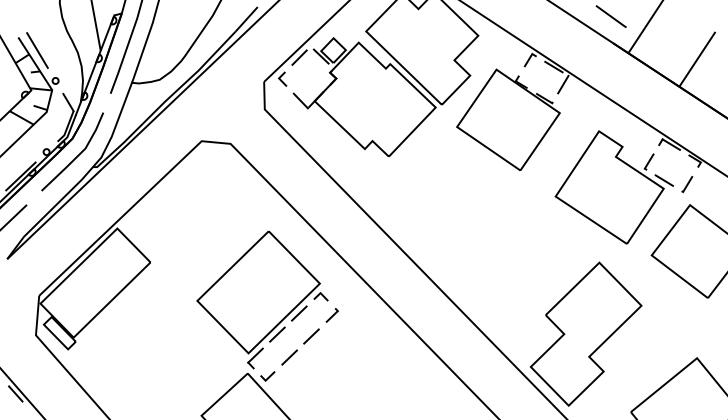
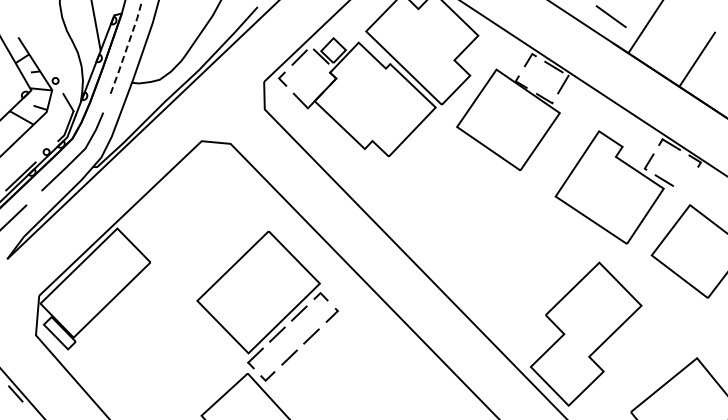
line at (127, 47): solid -> dashed
line at (37, 50): present -> none
line at (687, 184): present -> none
